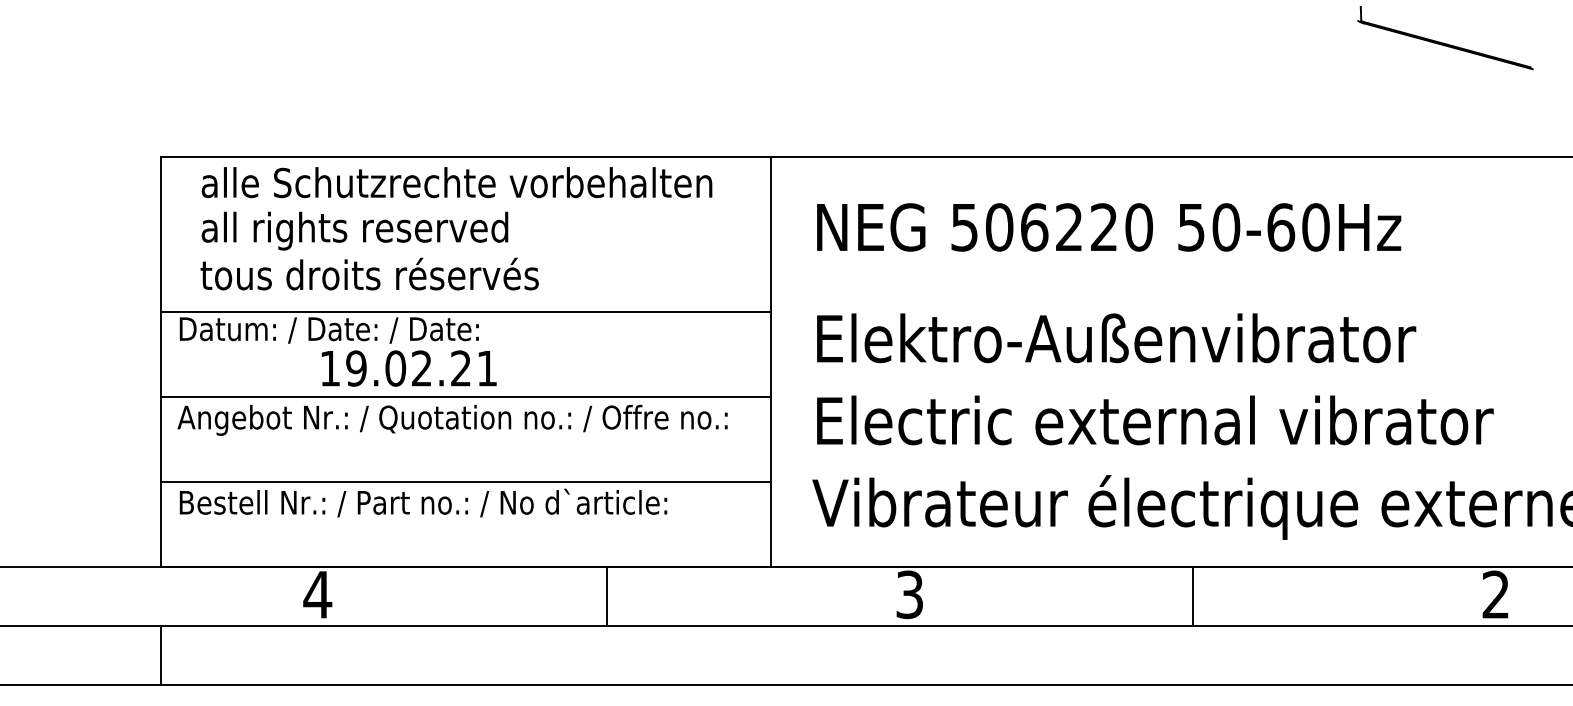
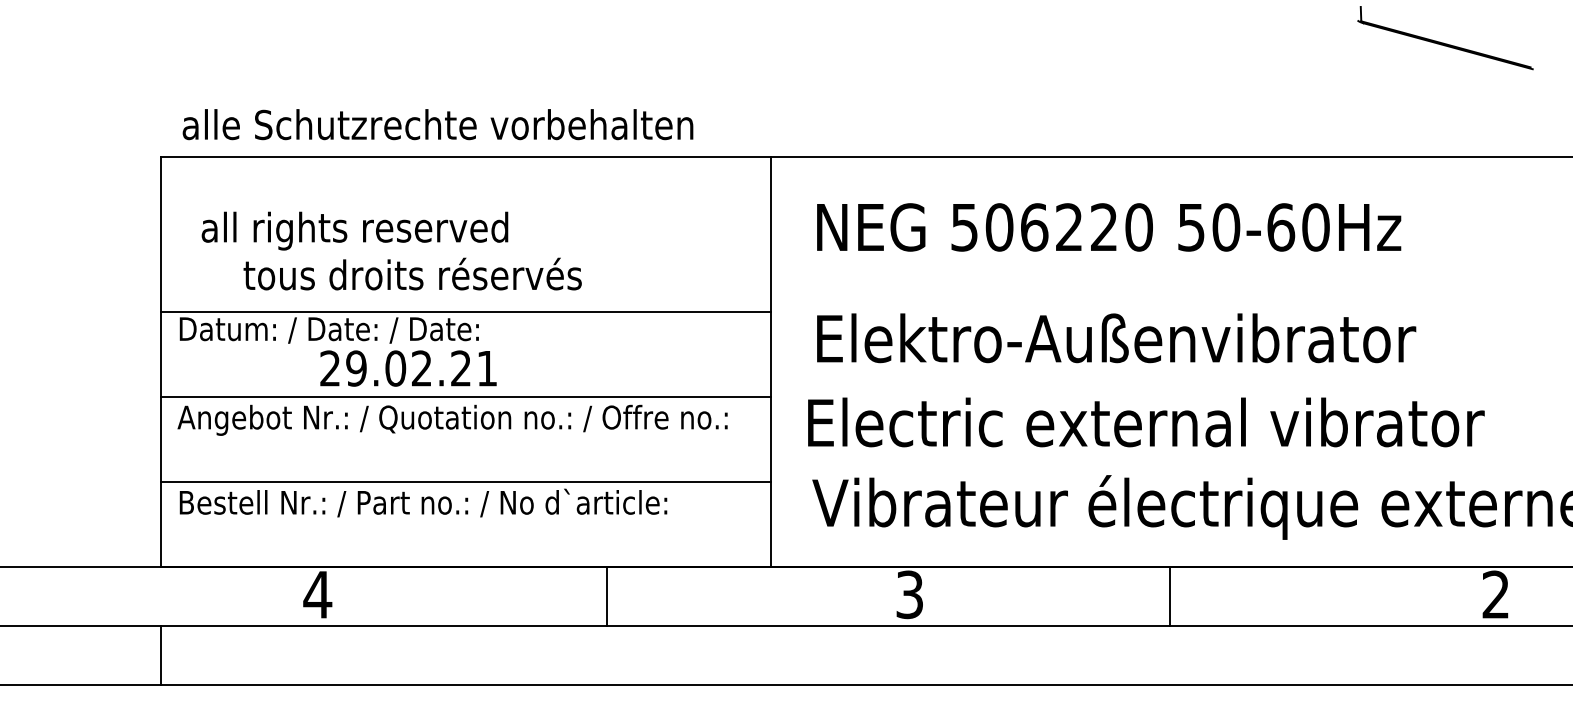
text at (456, 182) position: (456, 182) -> (437, 124)
text at (369, 273) position: (369, 273) -> (412, 273)
text at (329, 368): 19.02.21 -> 29.02.21
text at (1155, 420) position: (1155, 420) -> (1146, 422)
line at (1192, 596) position: (1192, 596) -> (1169, 596)
